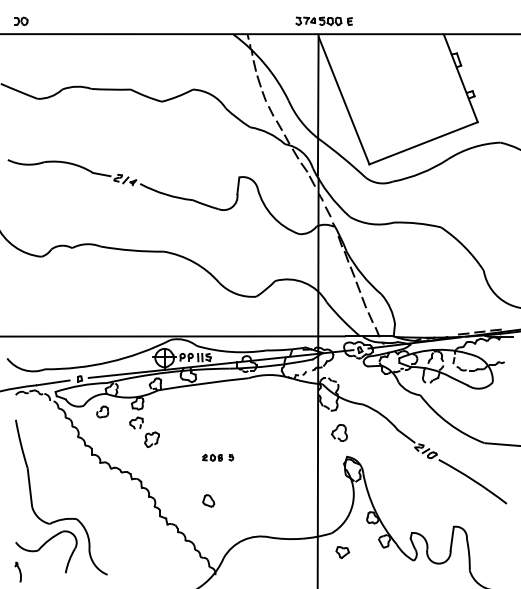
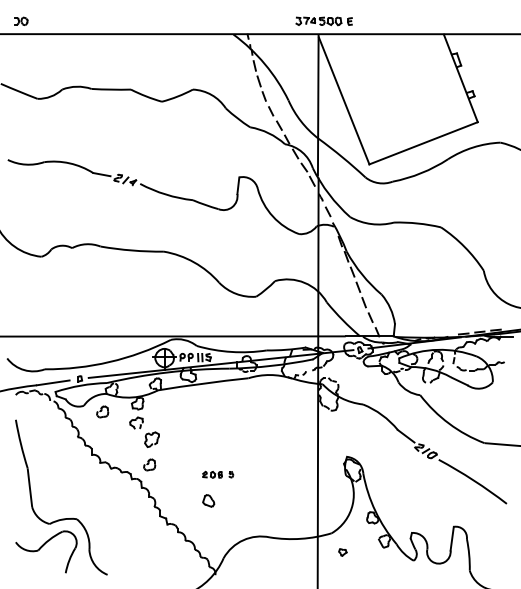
part at (339, 432): present -> none
part at (218, 457) position: (218, 457) -> (218, 474)
part at (149, 464): none -> present
part at (342, 552) size: 16x13 px -> 10x9 px
part at (17, 571): present -> none
